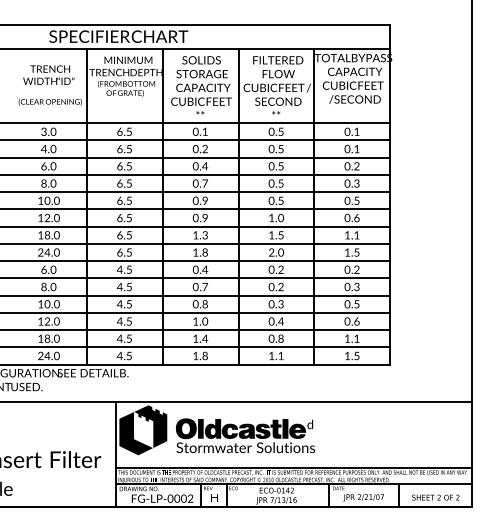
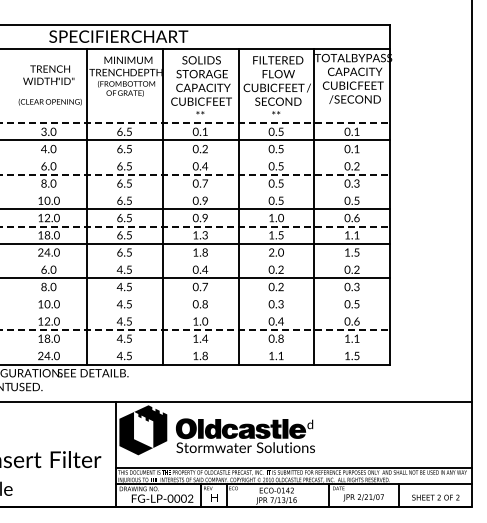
line at (195, 123): solid -> dashed
line at (196, 157): present -> none
line at (195, 174): solid -> dashed
line at (196, 192): present -> none
line at (195, 226): solid -> dashed
line at (196, 261): present -> none
line at (196, 295): present -> none
line at (196, 312): present -> none
line at (195, 330): solid -> dashed
line at (196, 347): present -> none
